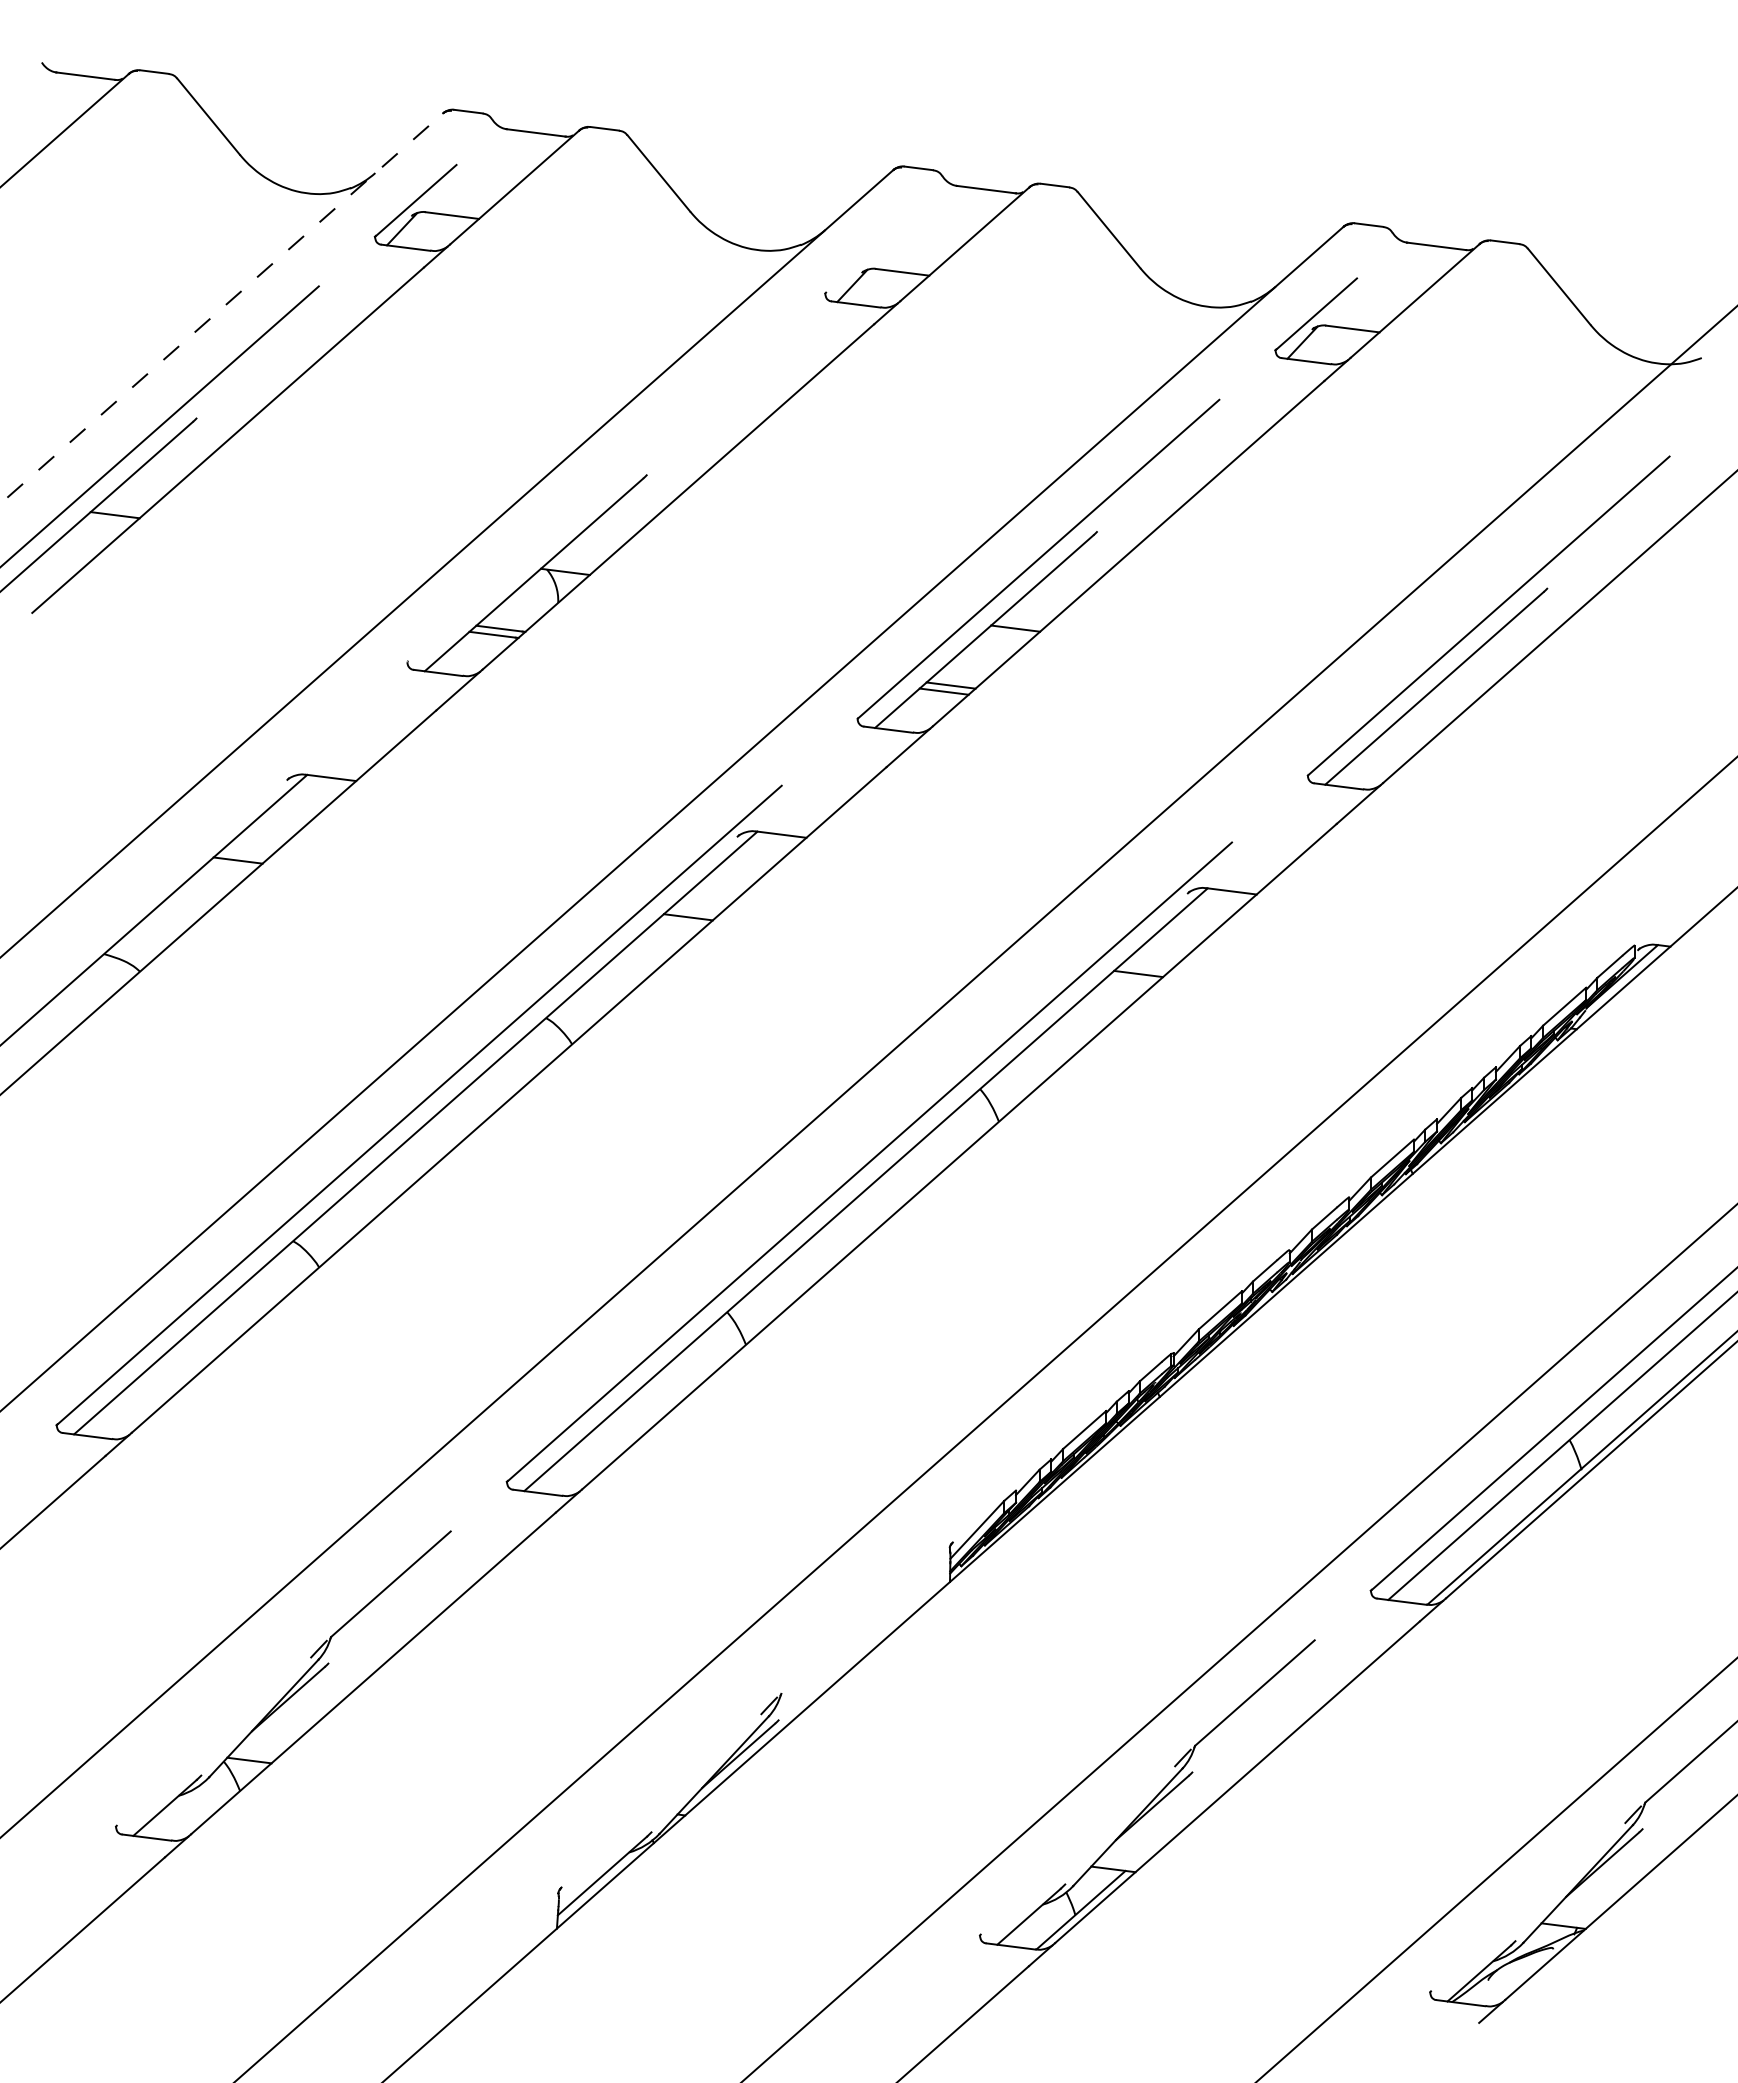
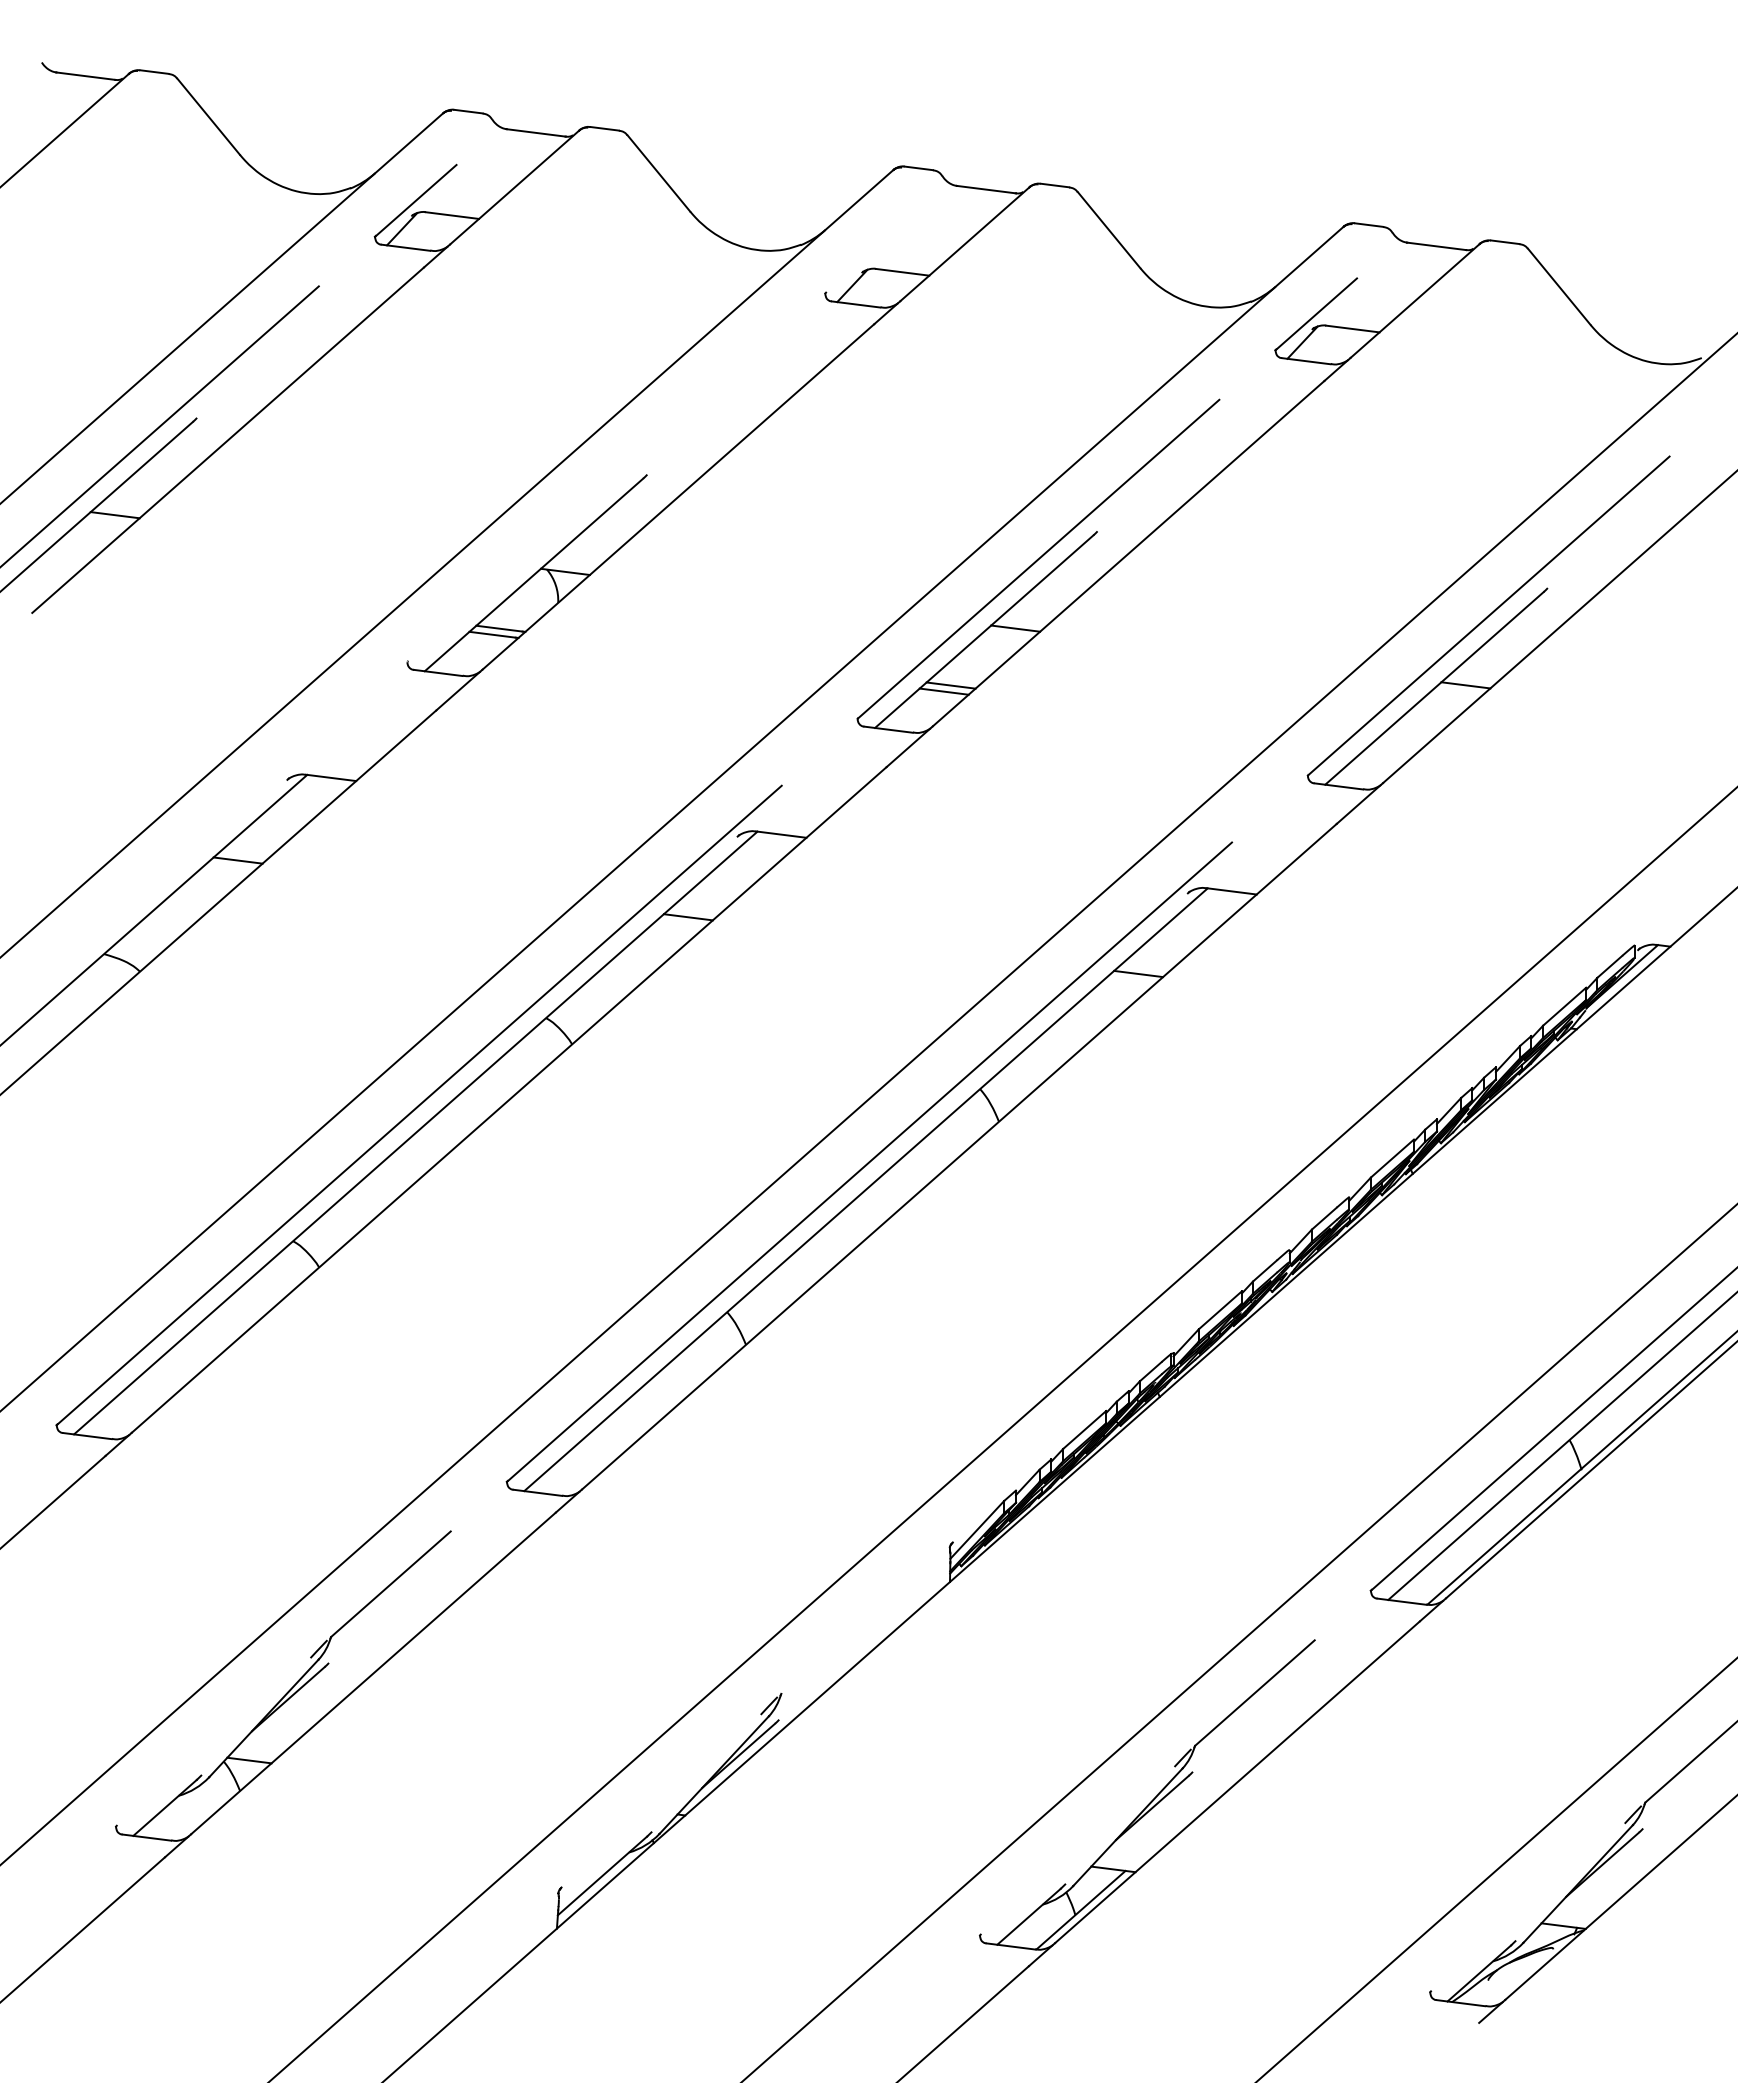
line at (221, 308): dashed -> solid
line at (1465, 685): none -> present
line at (868, 1072) position: (868, 1072) -> (868, 1099)
line at (985, 1419) position: (985, 1419) -> (1003, 1434)
